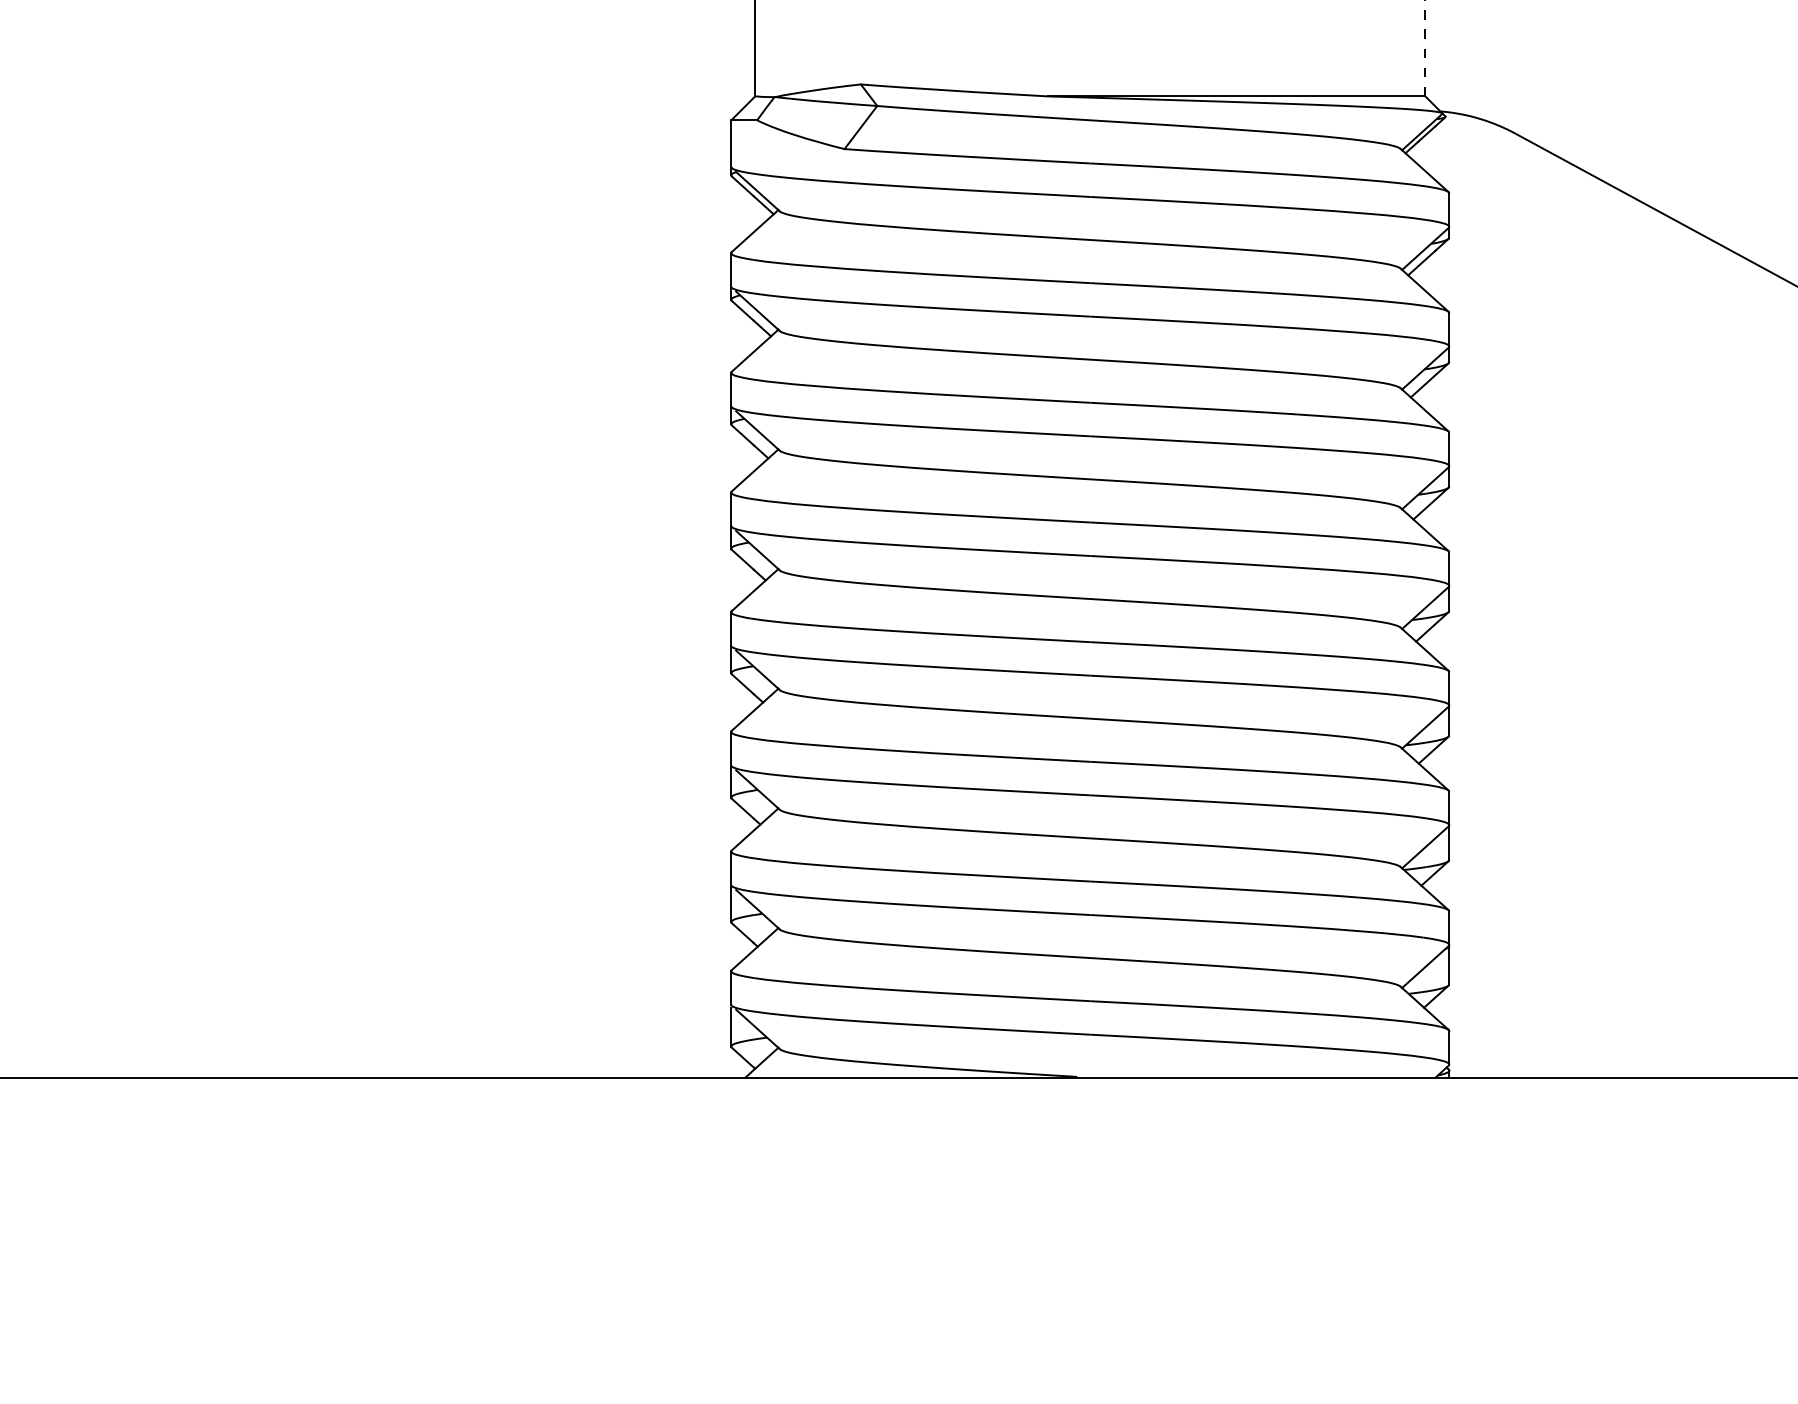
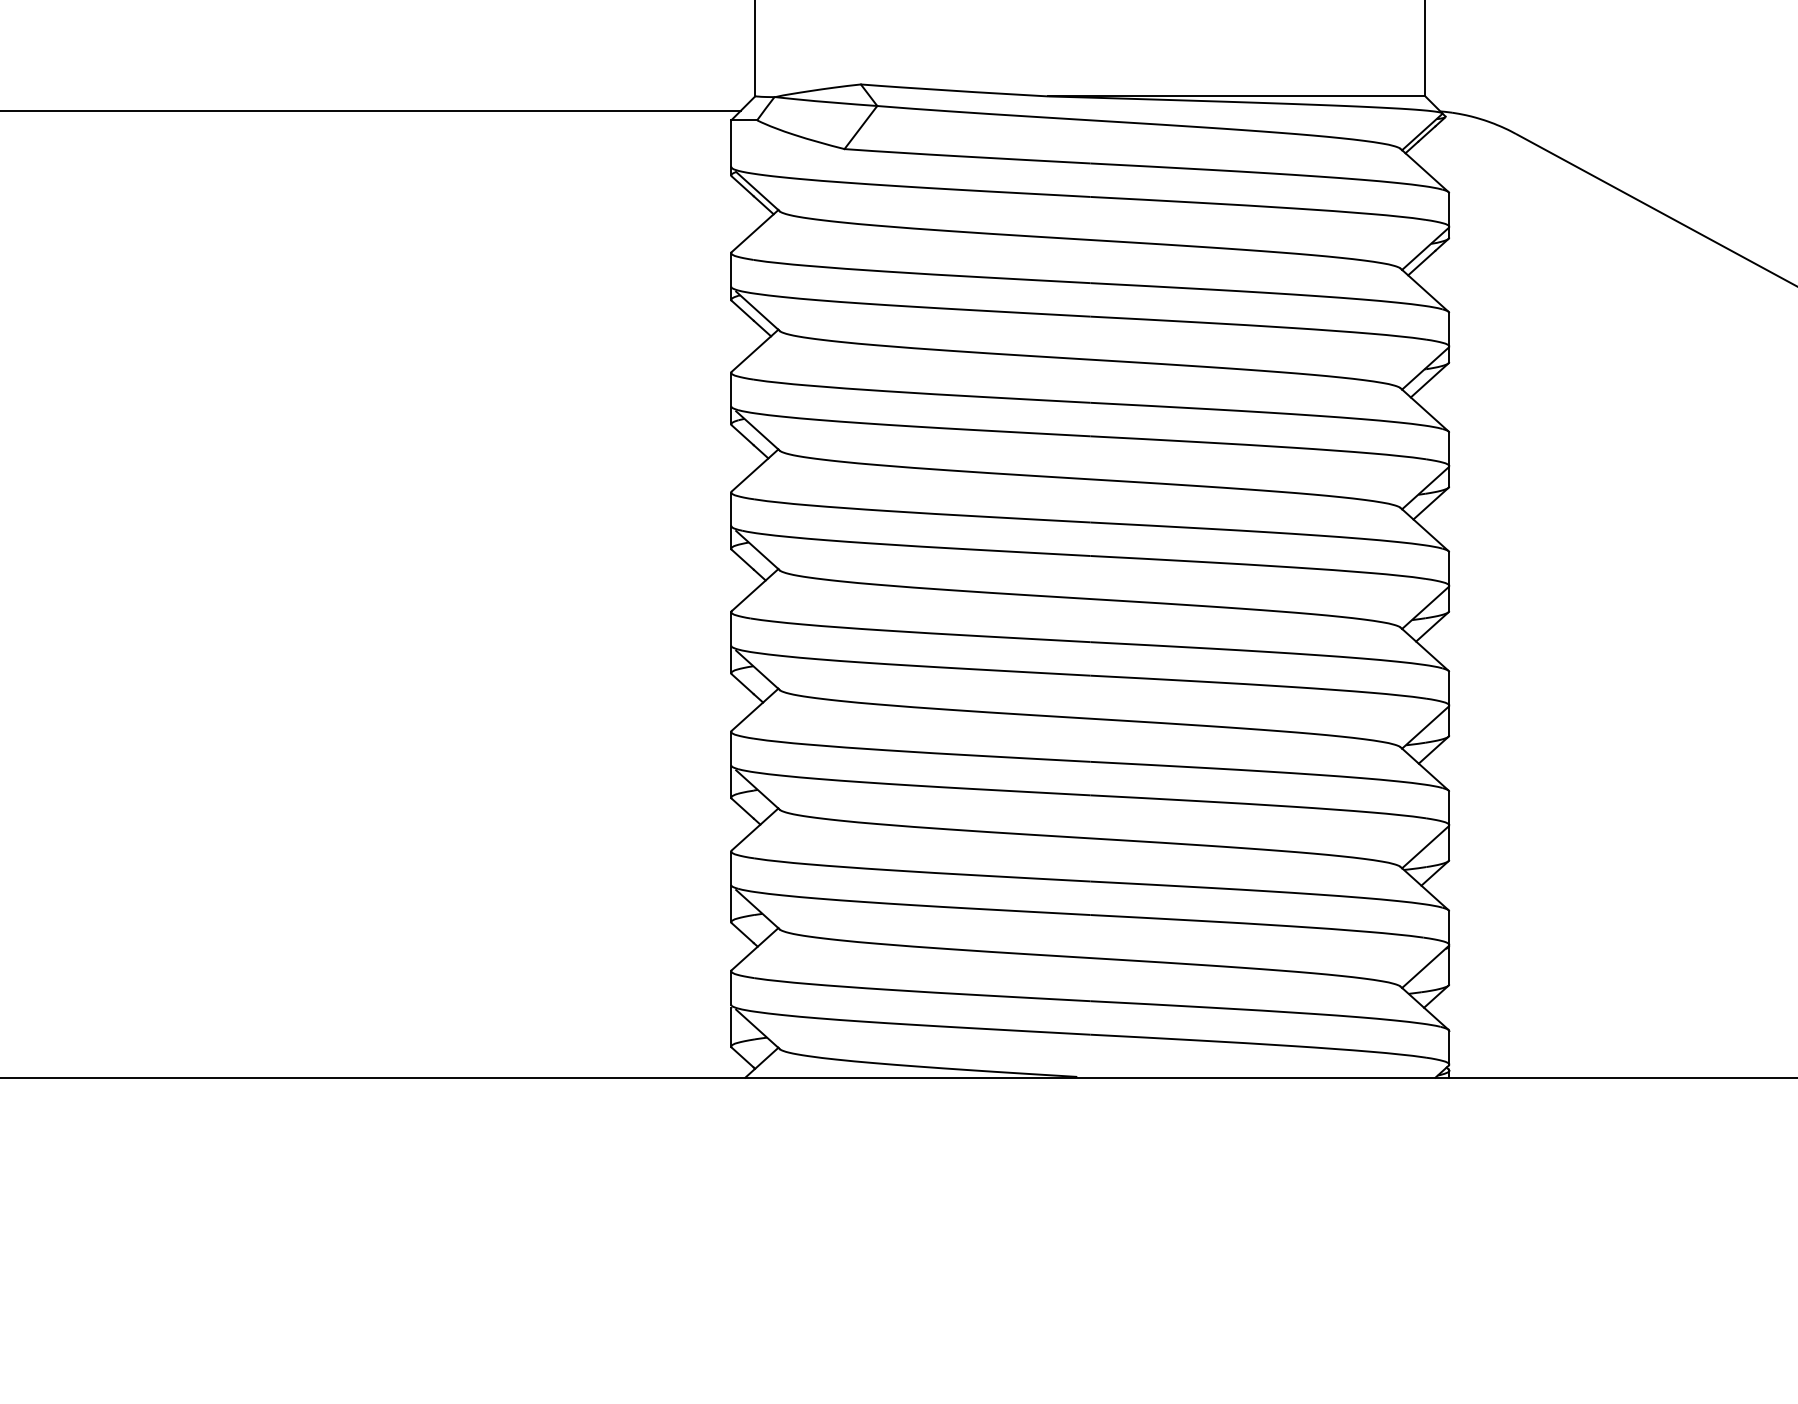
line at (1425, 47): dashed -> solid
line at (371, 110): none -> present
